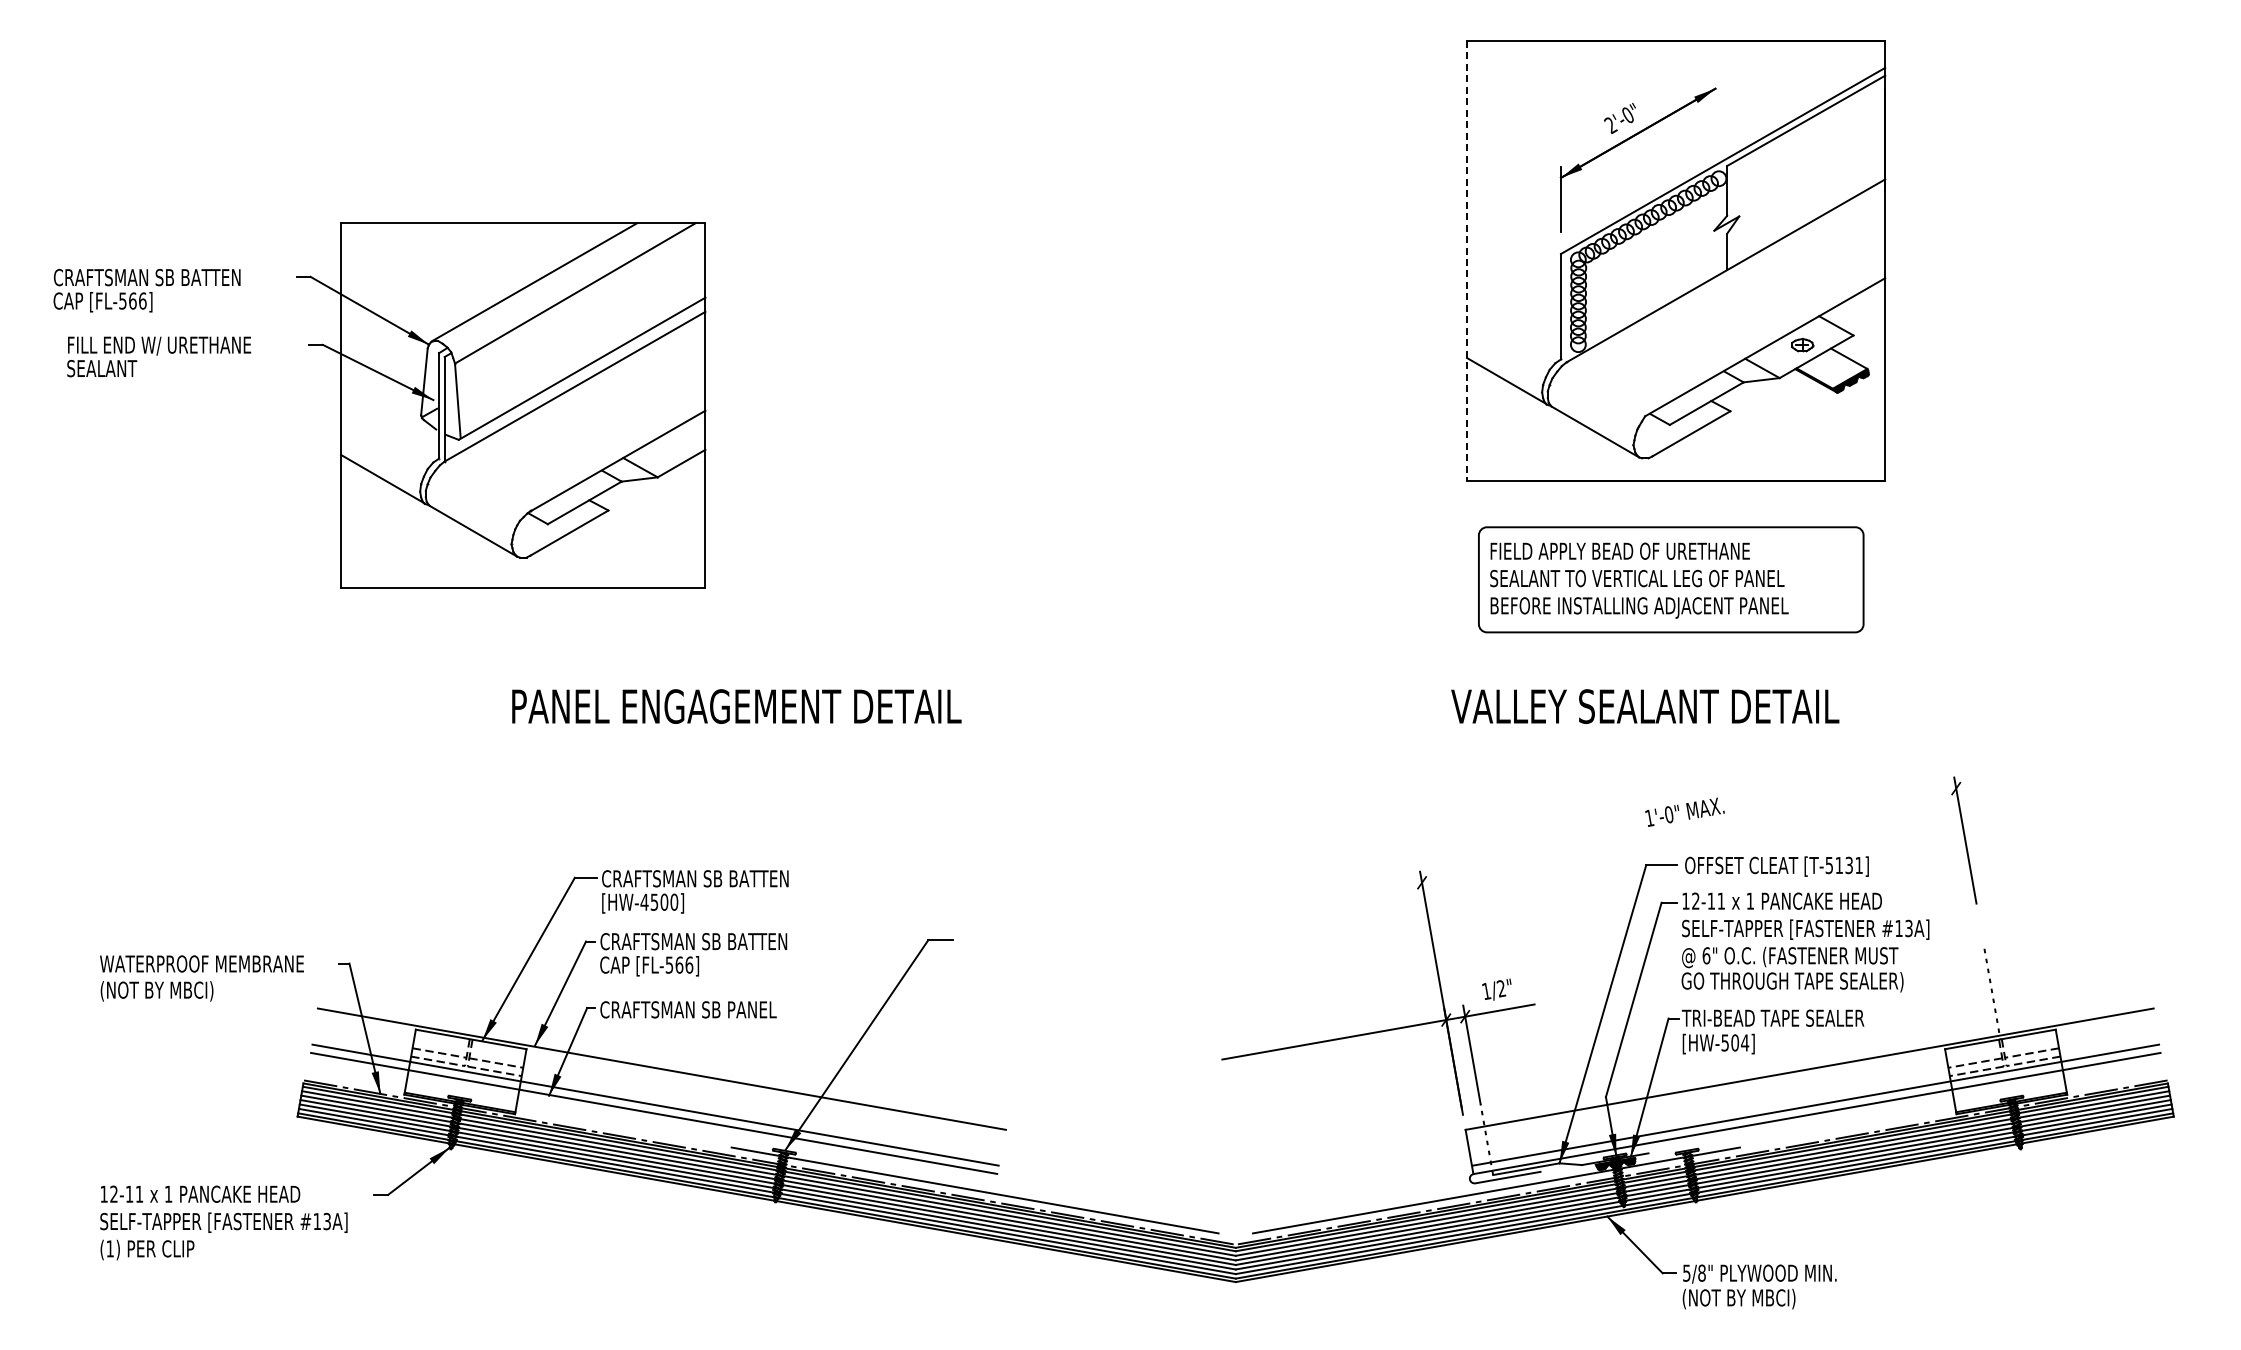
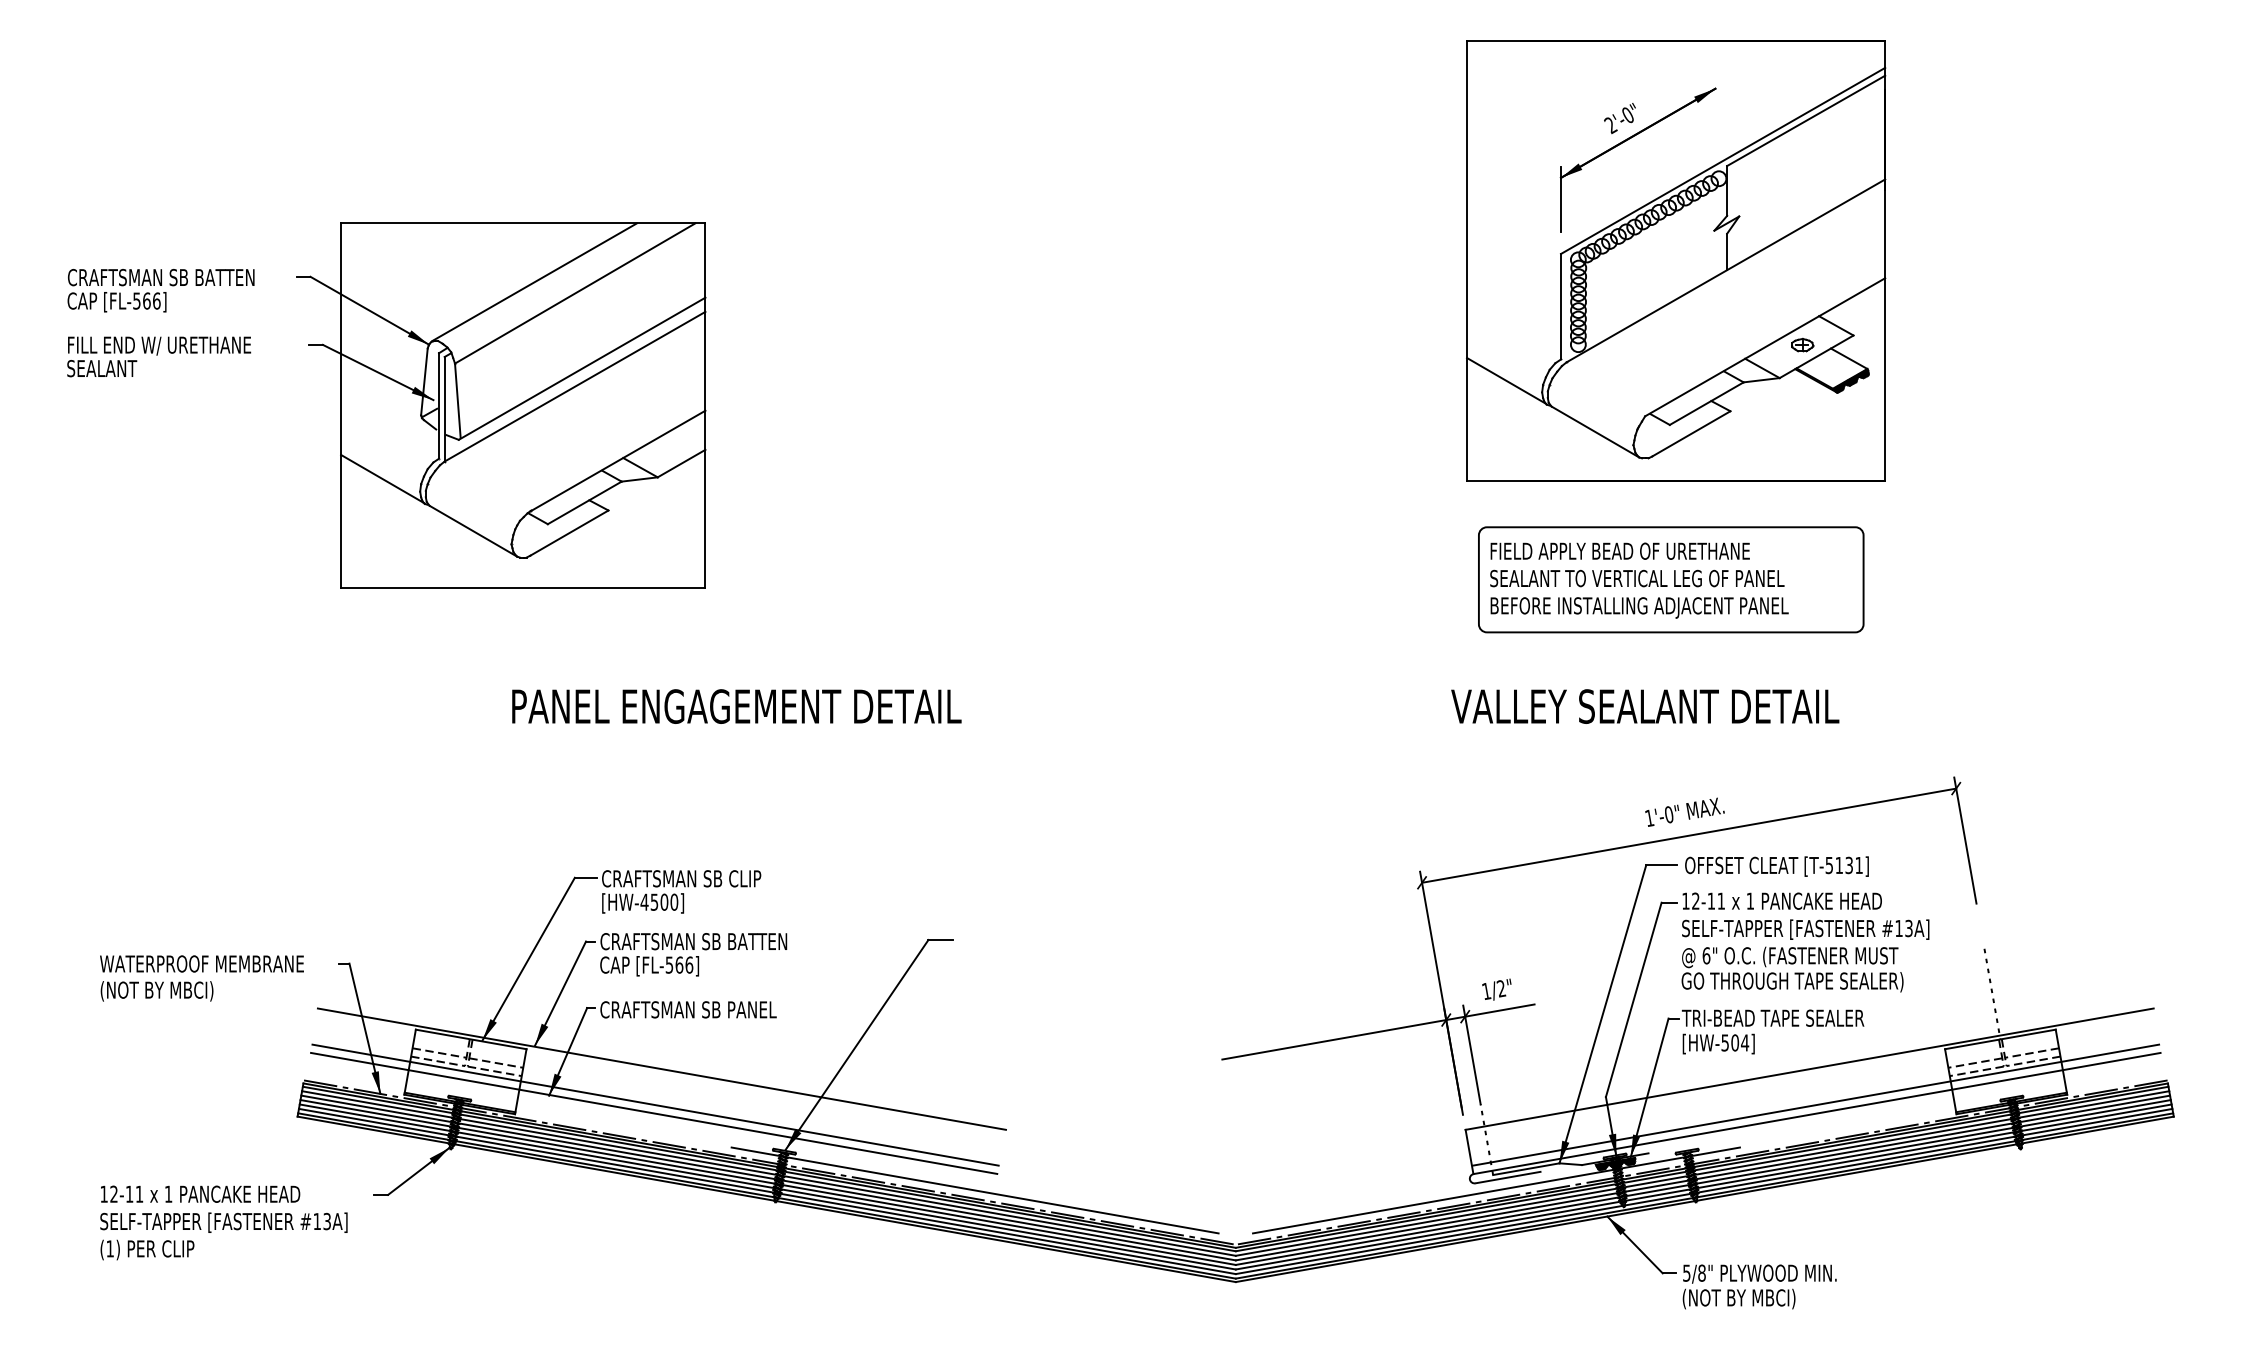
line at (1467, 260): dashed -> solid
text at (146, 290) position: (146, 290) -> (160, 290)
line at (1689, 835): none -> present
text at (758, 878): CRAFTSMAN SB BATTEN -> CRAFTSMAN SB CLIP
